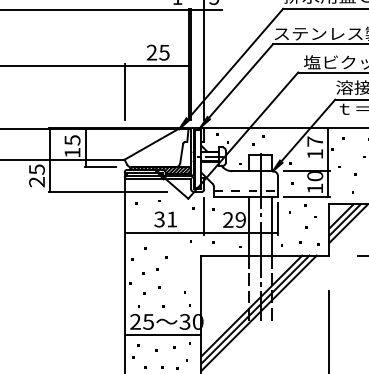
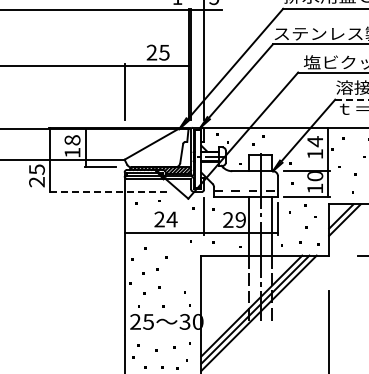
line at (352, 99): solid -> dashed
text at (72, 140): 15 -> 18
text at (314, 141): 17 -> 14
line at (107, 191): solid -> dashed
text at (165, 219): 31 -> 24
line at (347, 224): present -> none
line at (162, 335): present -> none
